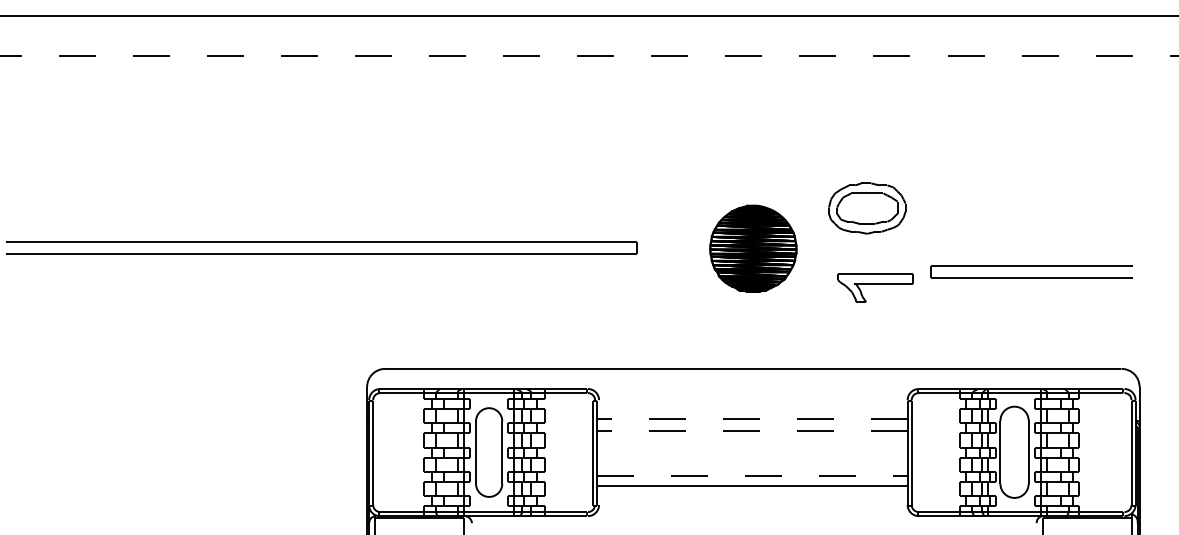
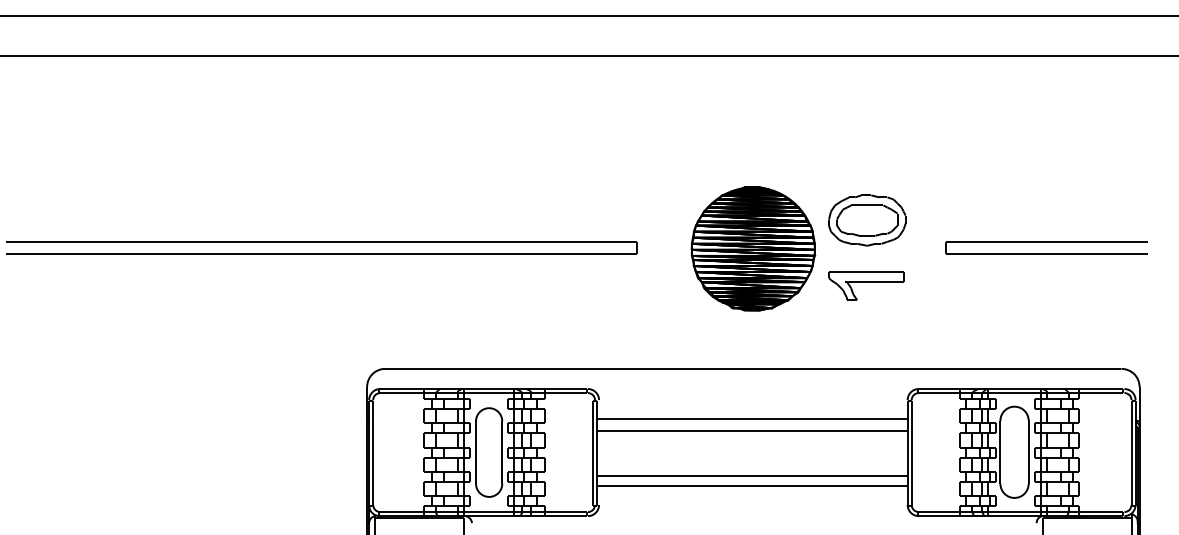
line at (589, 56): dashed -> solid
part at (867, 208) position: (867, 208) -> (867, 220)
part at (753, 248) size: 89x89 px -> 127x126 px
part at (1031, 271) position: (1031, 271) -> (1046, 247)
part at (875, 287) position: (875, 287) -> (866, 285)
line at (751, 419): dashed -> solid
line at (751, 431): dashed -> solid
line at (752, 475): dashed -> solid
